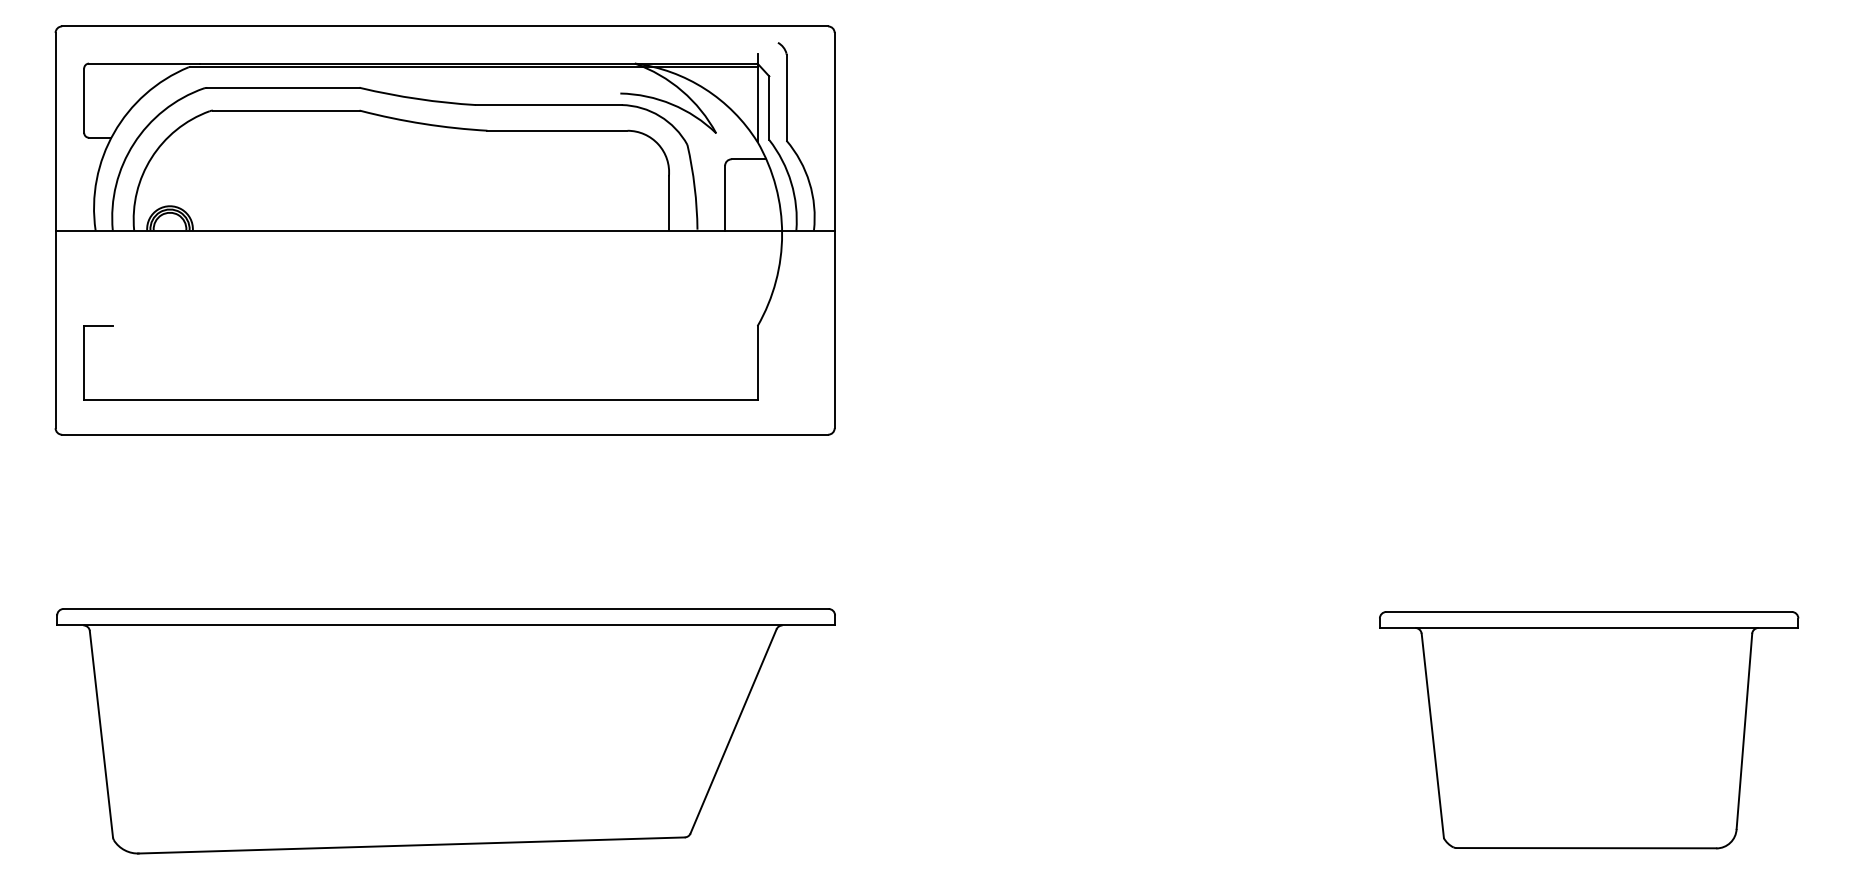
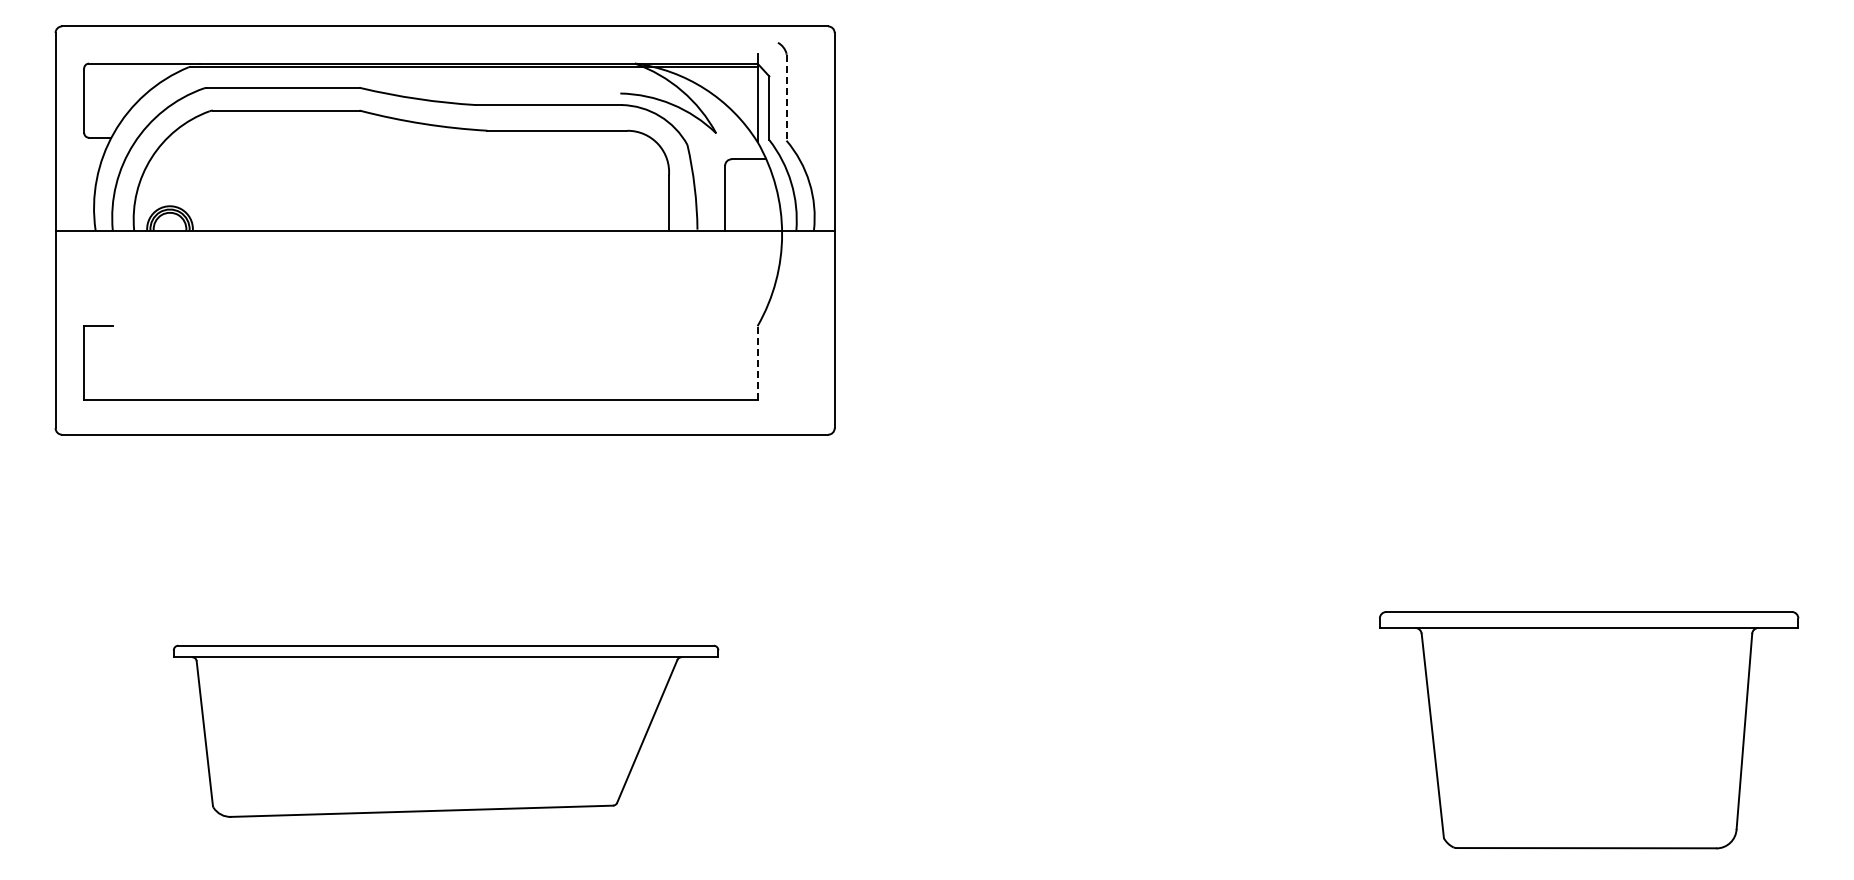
line at (786, 97): solid -> dashed
line at (757, 362): solid -> dashed
part at (445, 731) size: 780x247 px -> 547x174 px
